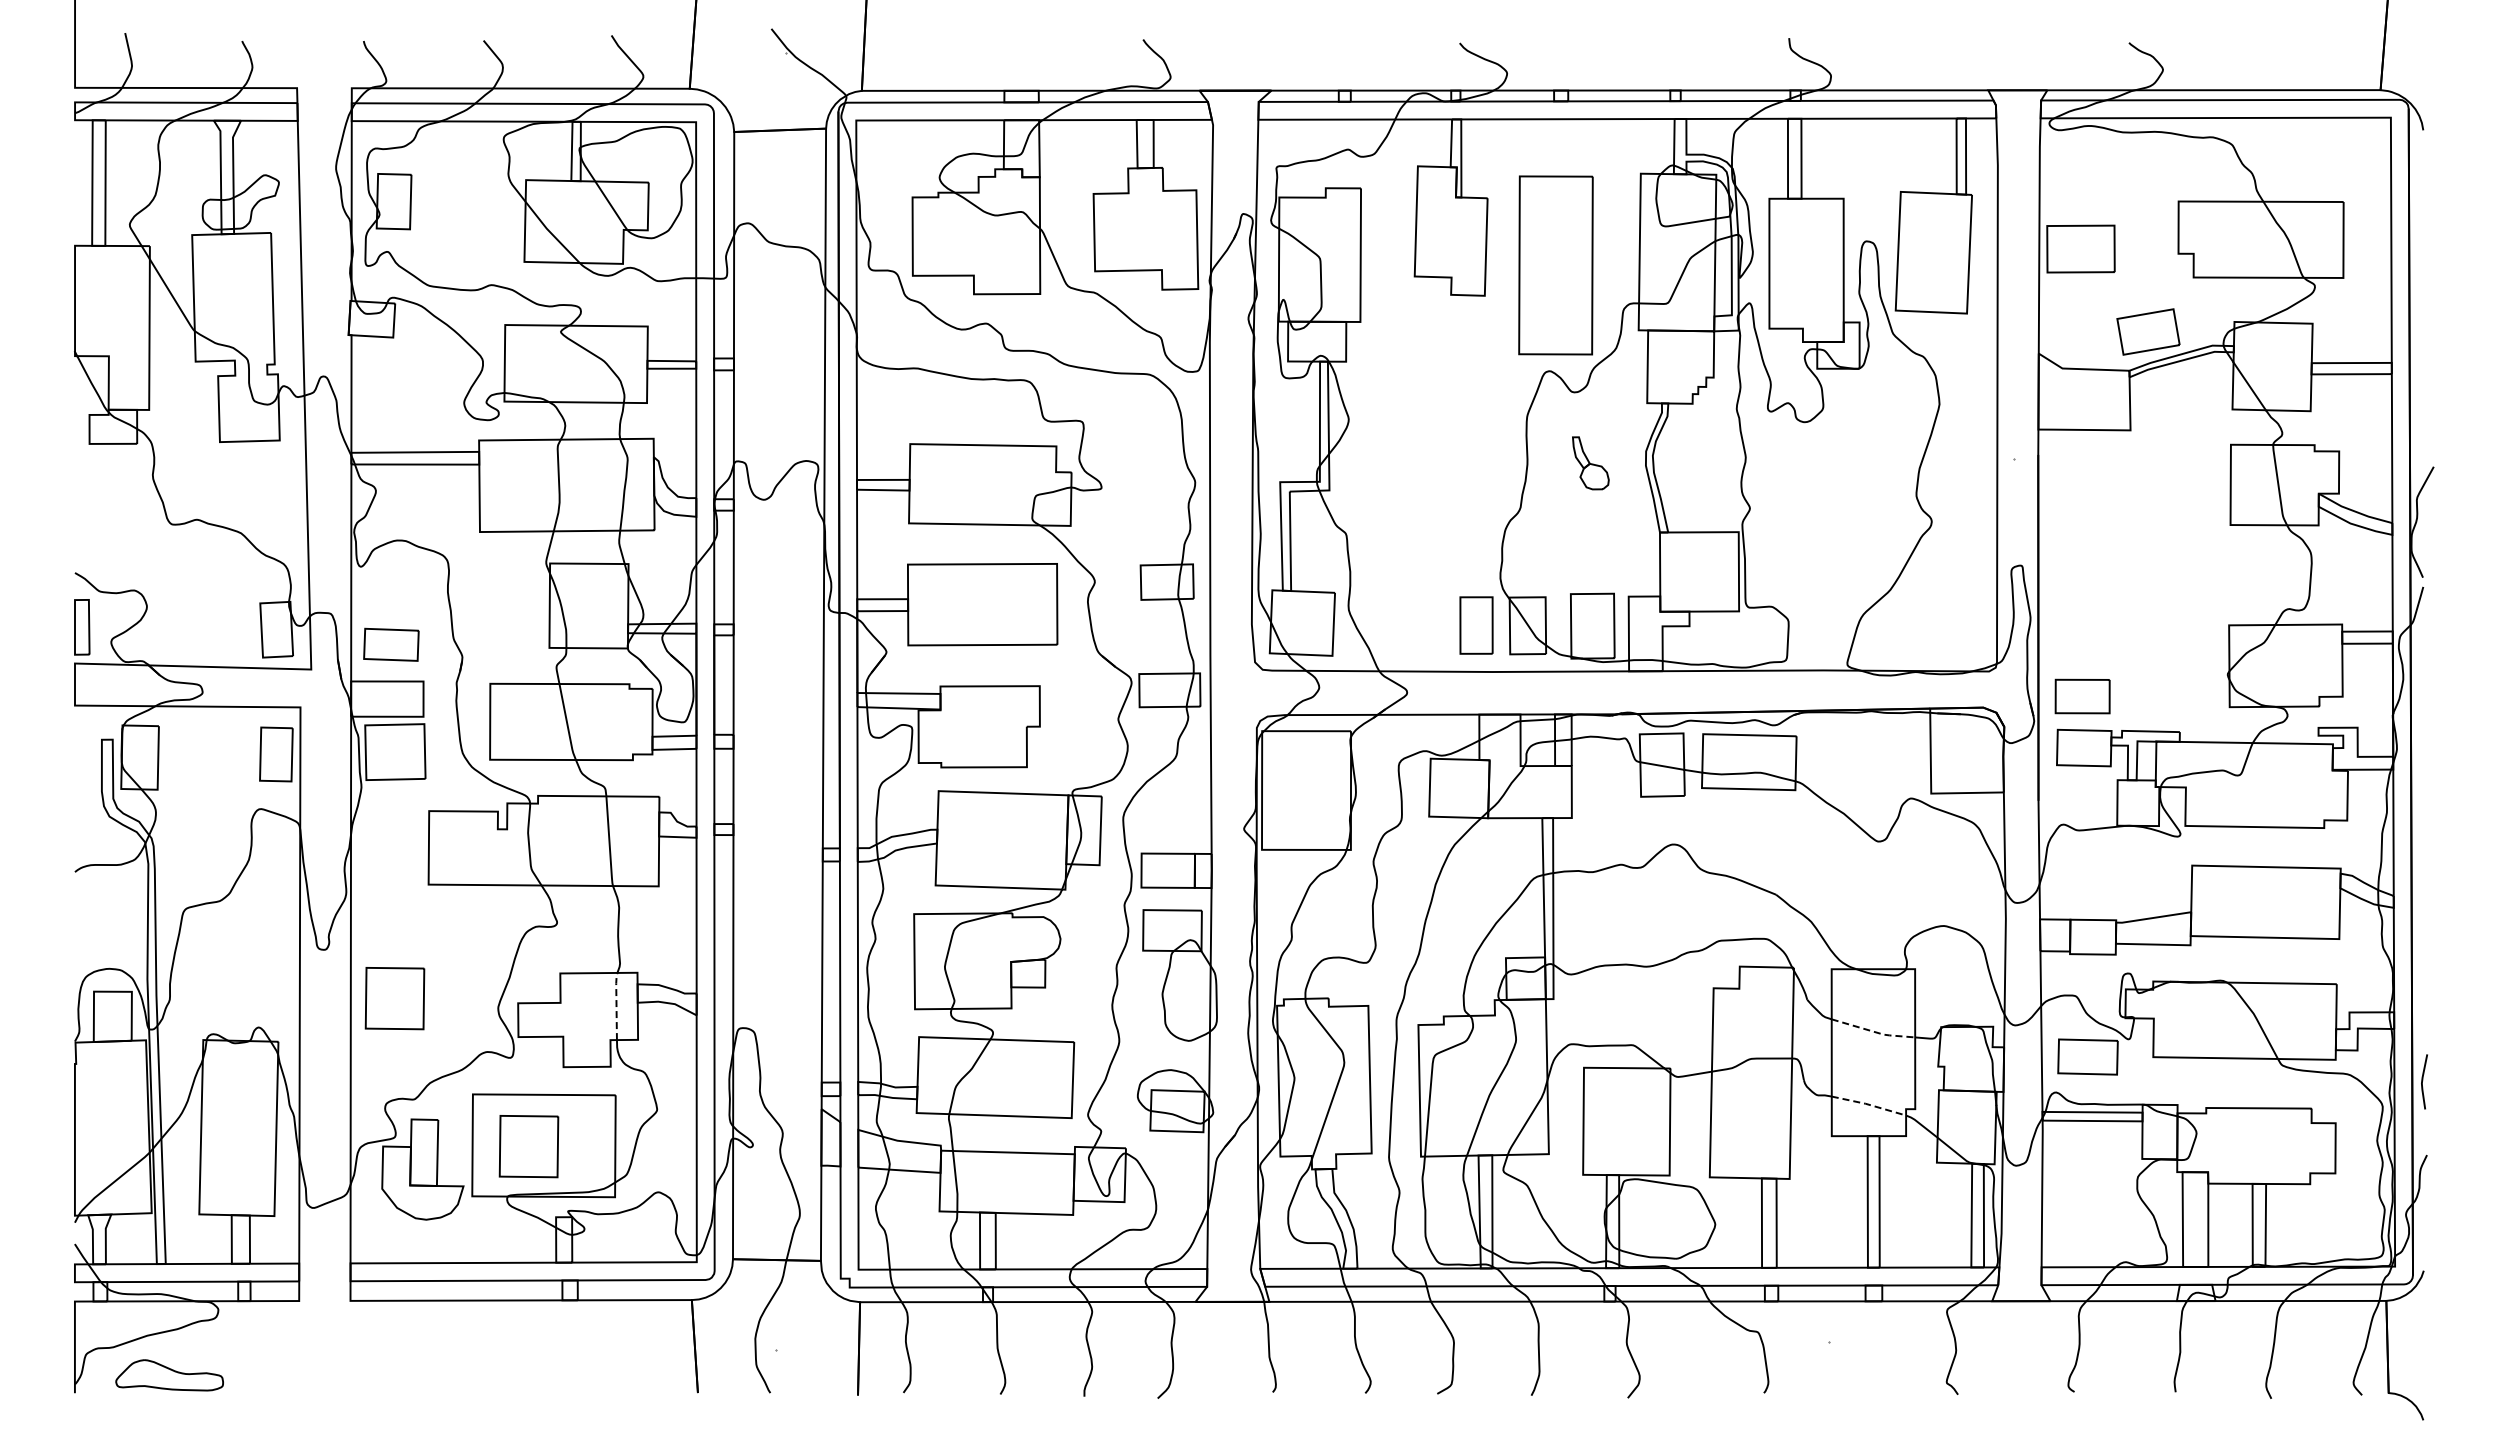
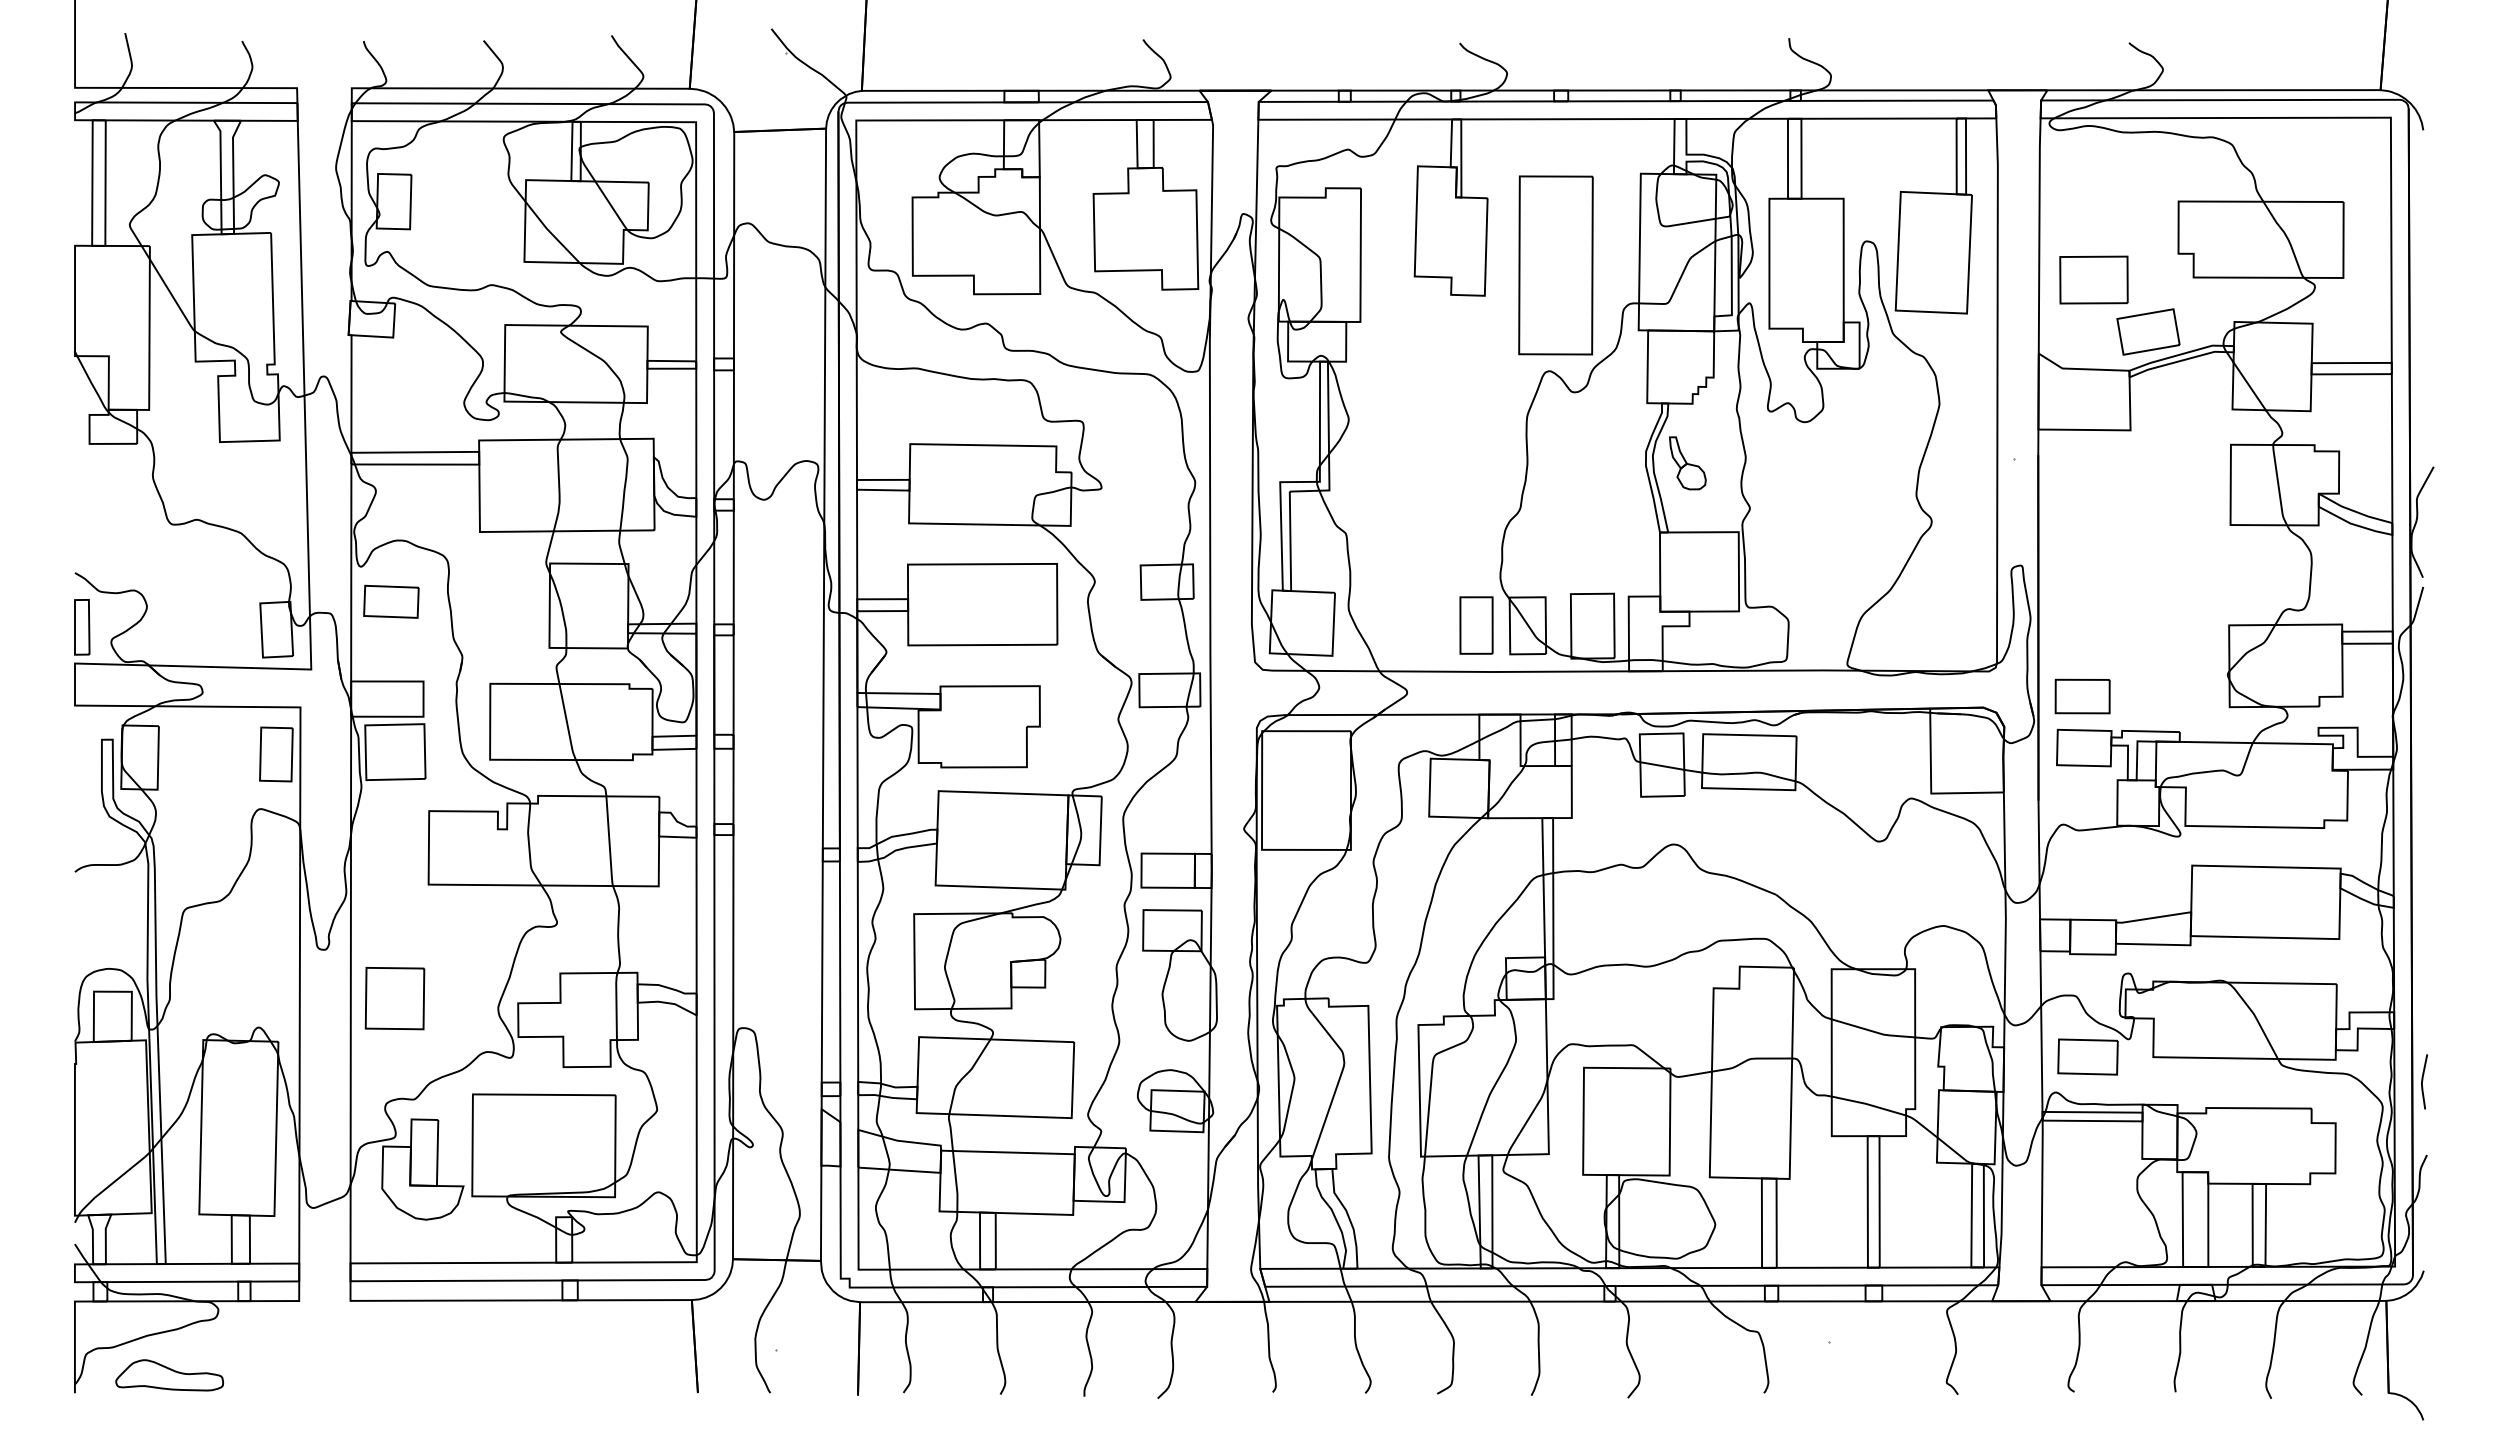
part at (2080, 248) position: (2080, 248) -> (2093, 279)
part at (1590, 463) position: (1590, 463) -> (1687, 463)
part at (391, 644) position: (391, 644) -> (391, 601)
line at (616, 1005): dashed -> solid
line at (1874, 1031): dashed -> solid
line at (1869, 1104): dashed -> solid
part at (528, 1146): present -> none
